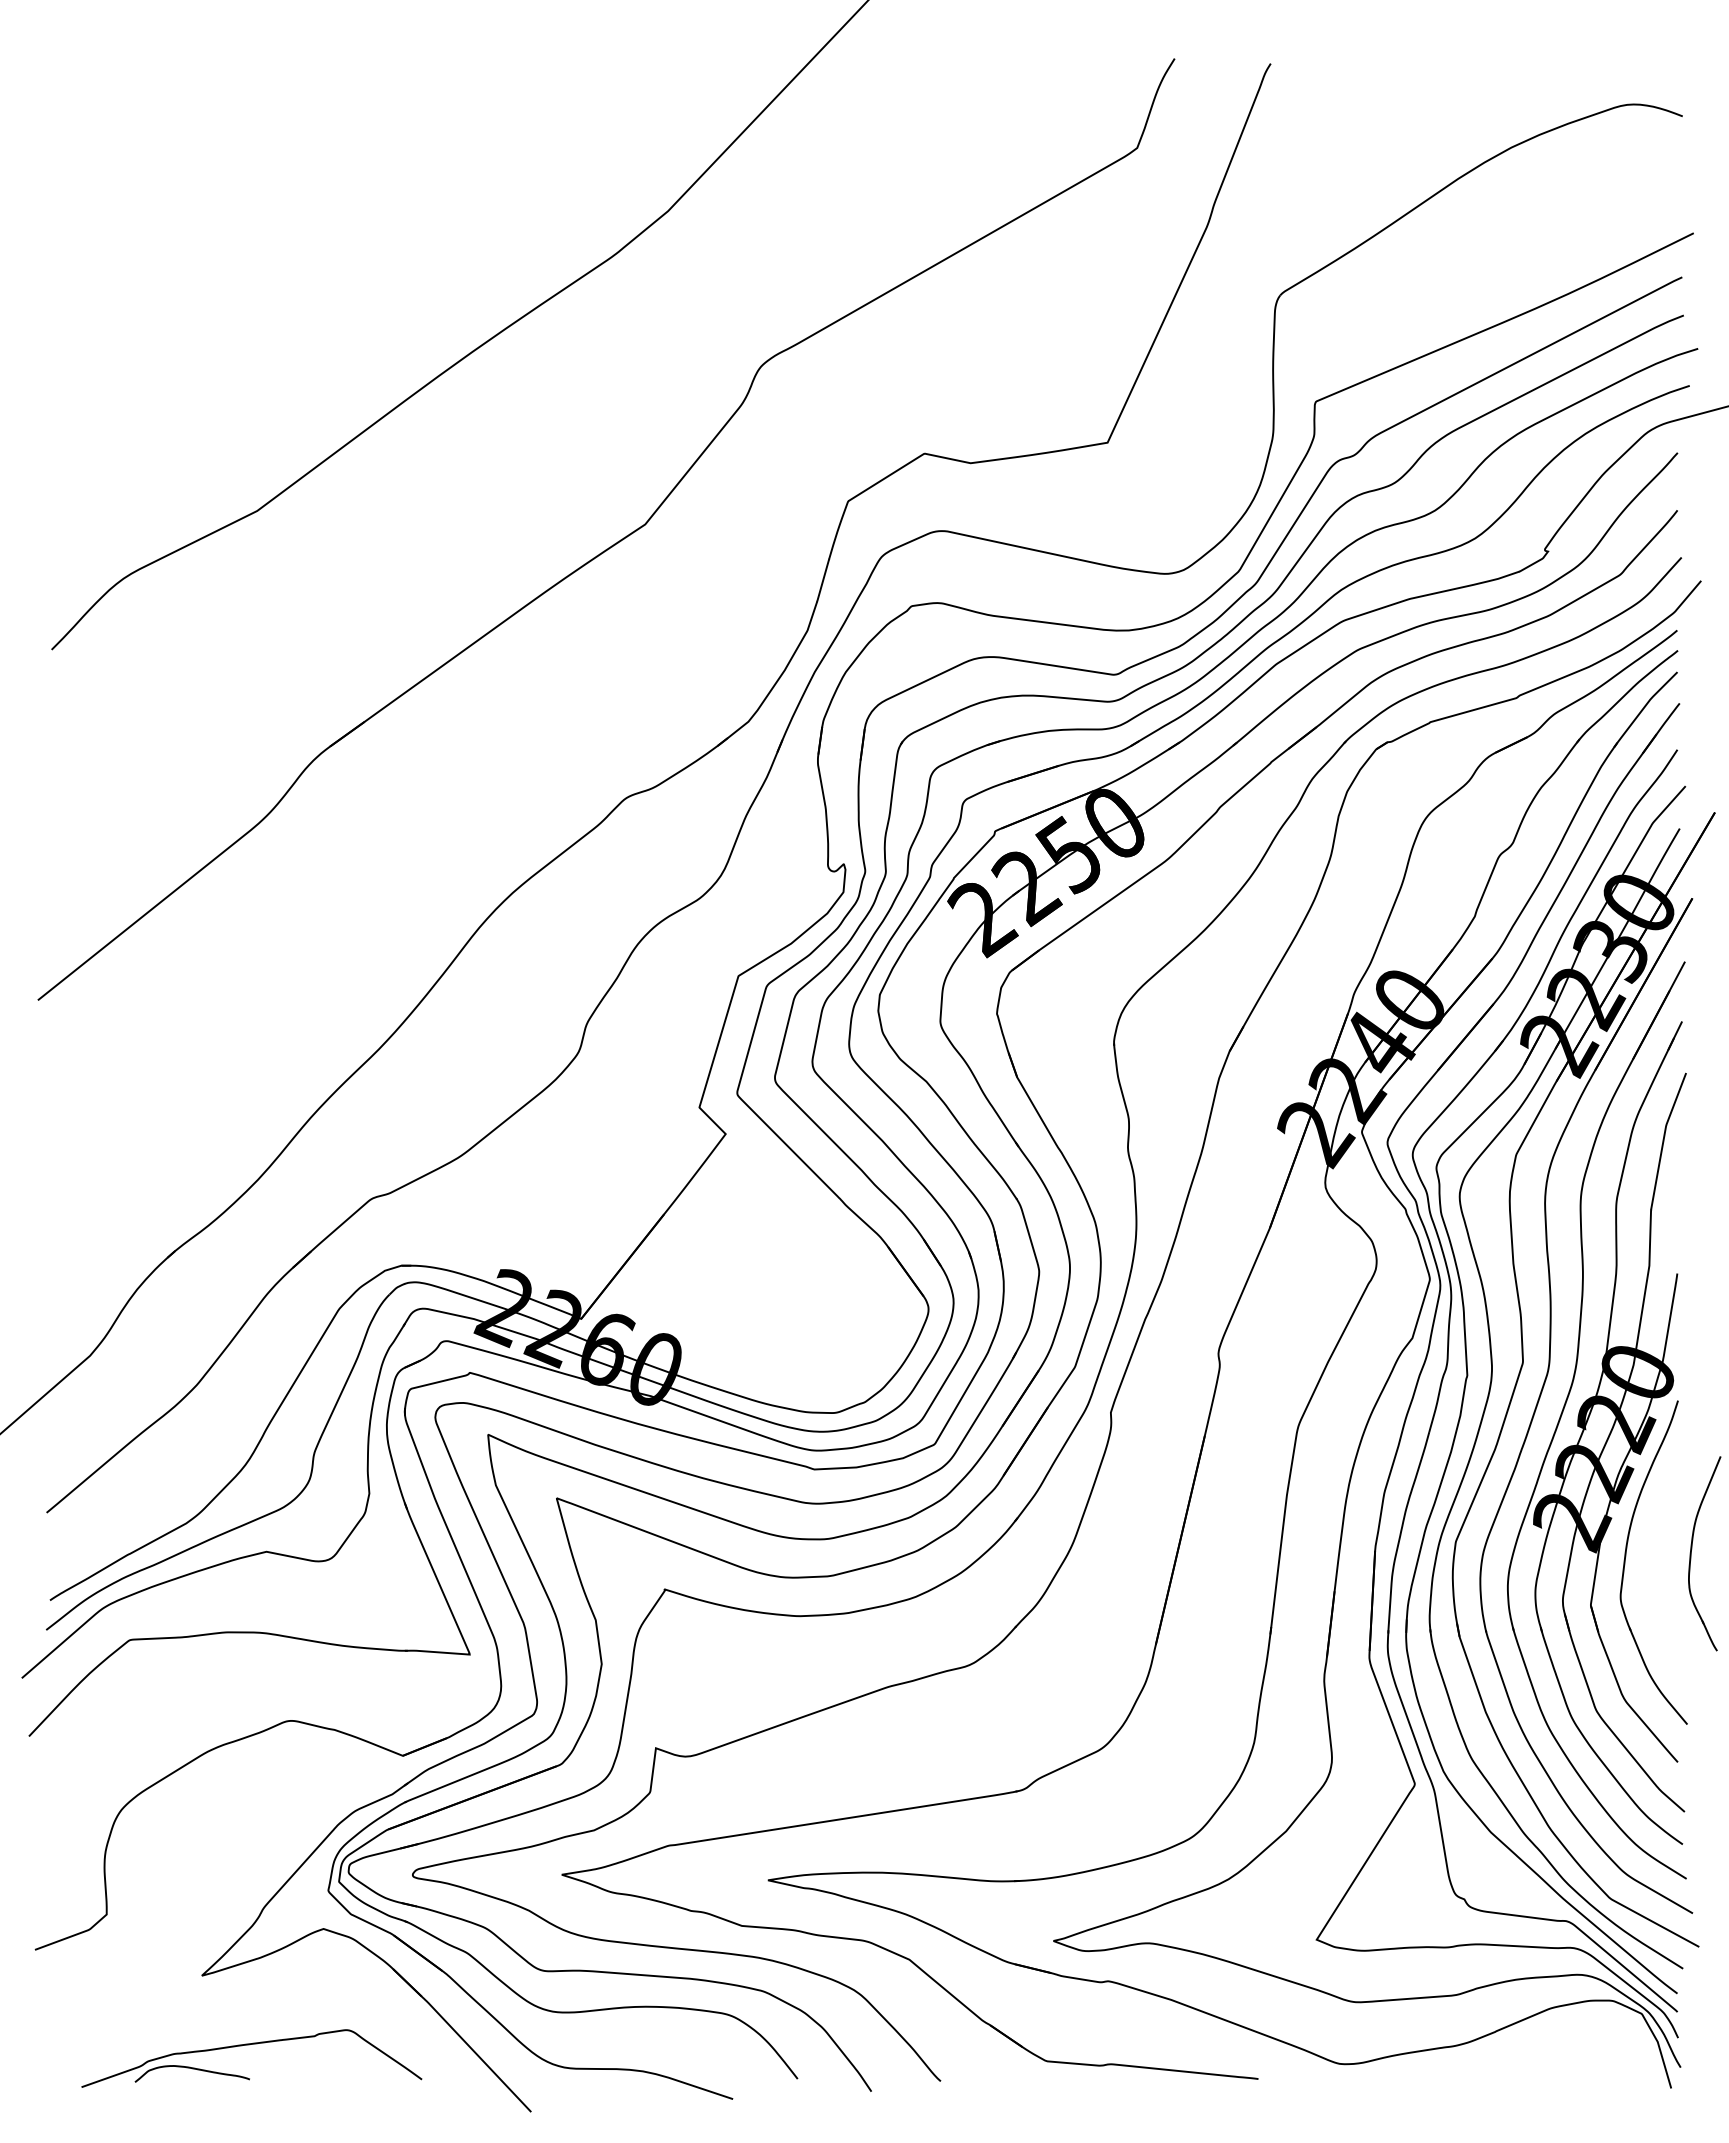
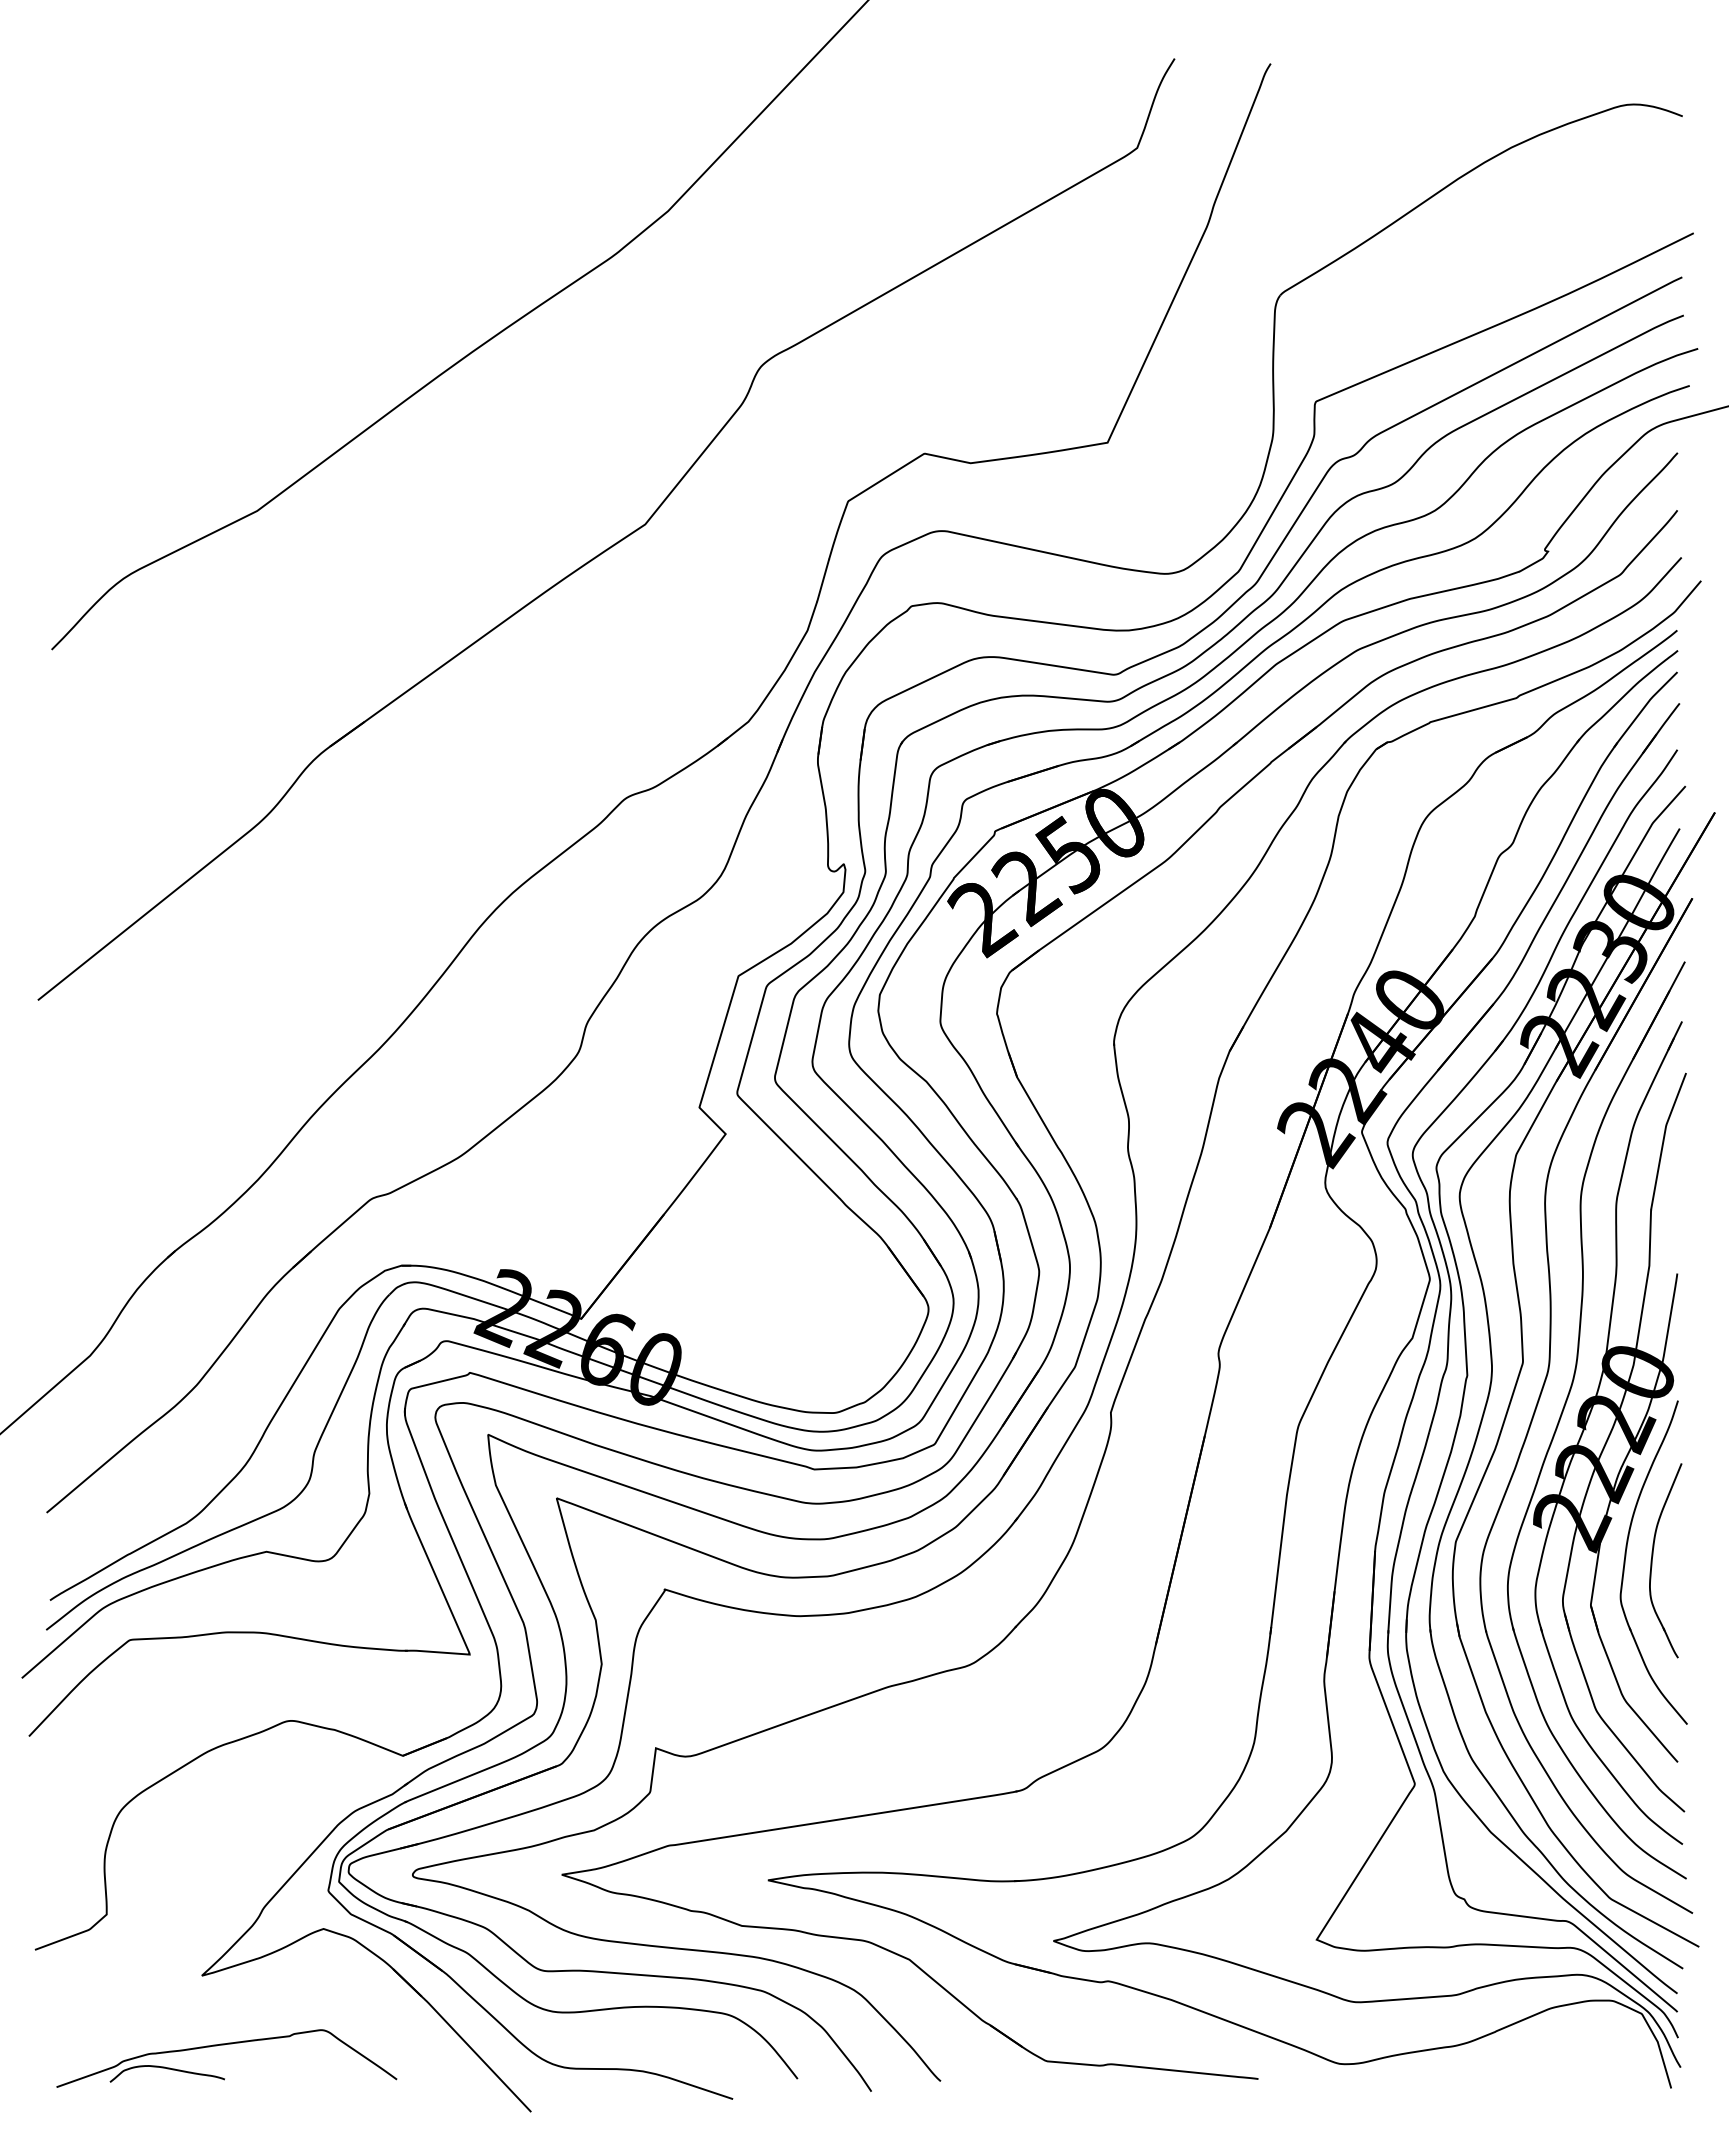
part at (1692, 1549) position: (1692, 1549) -> (1653, 1556)
part at (249, 2045) position: (249, 2045) -> (224, 2045)
